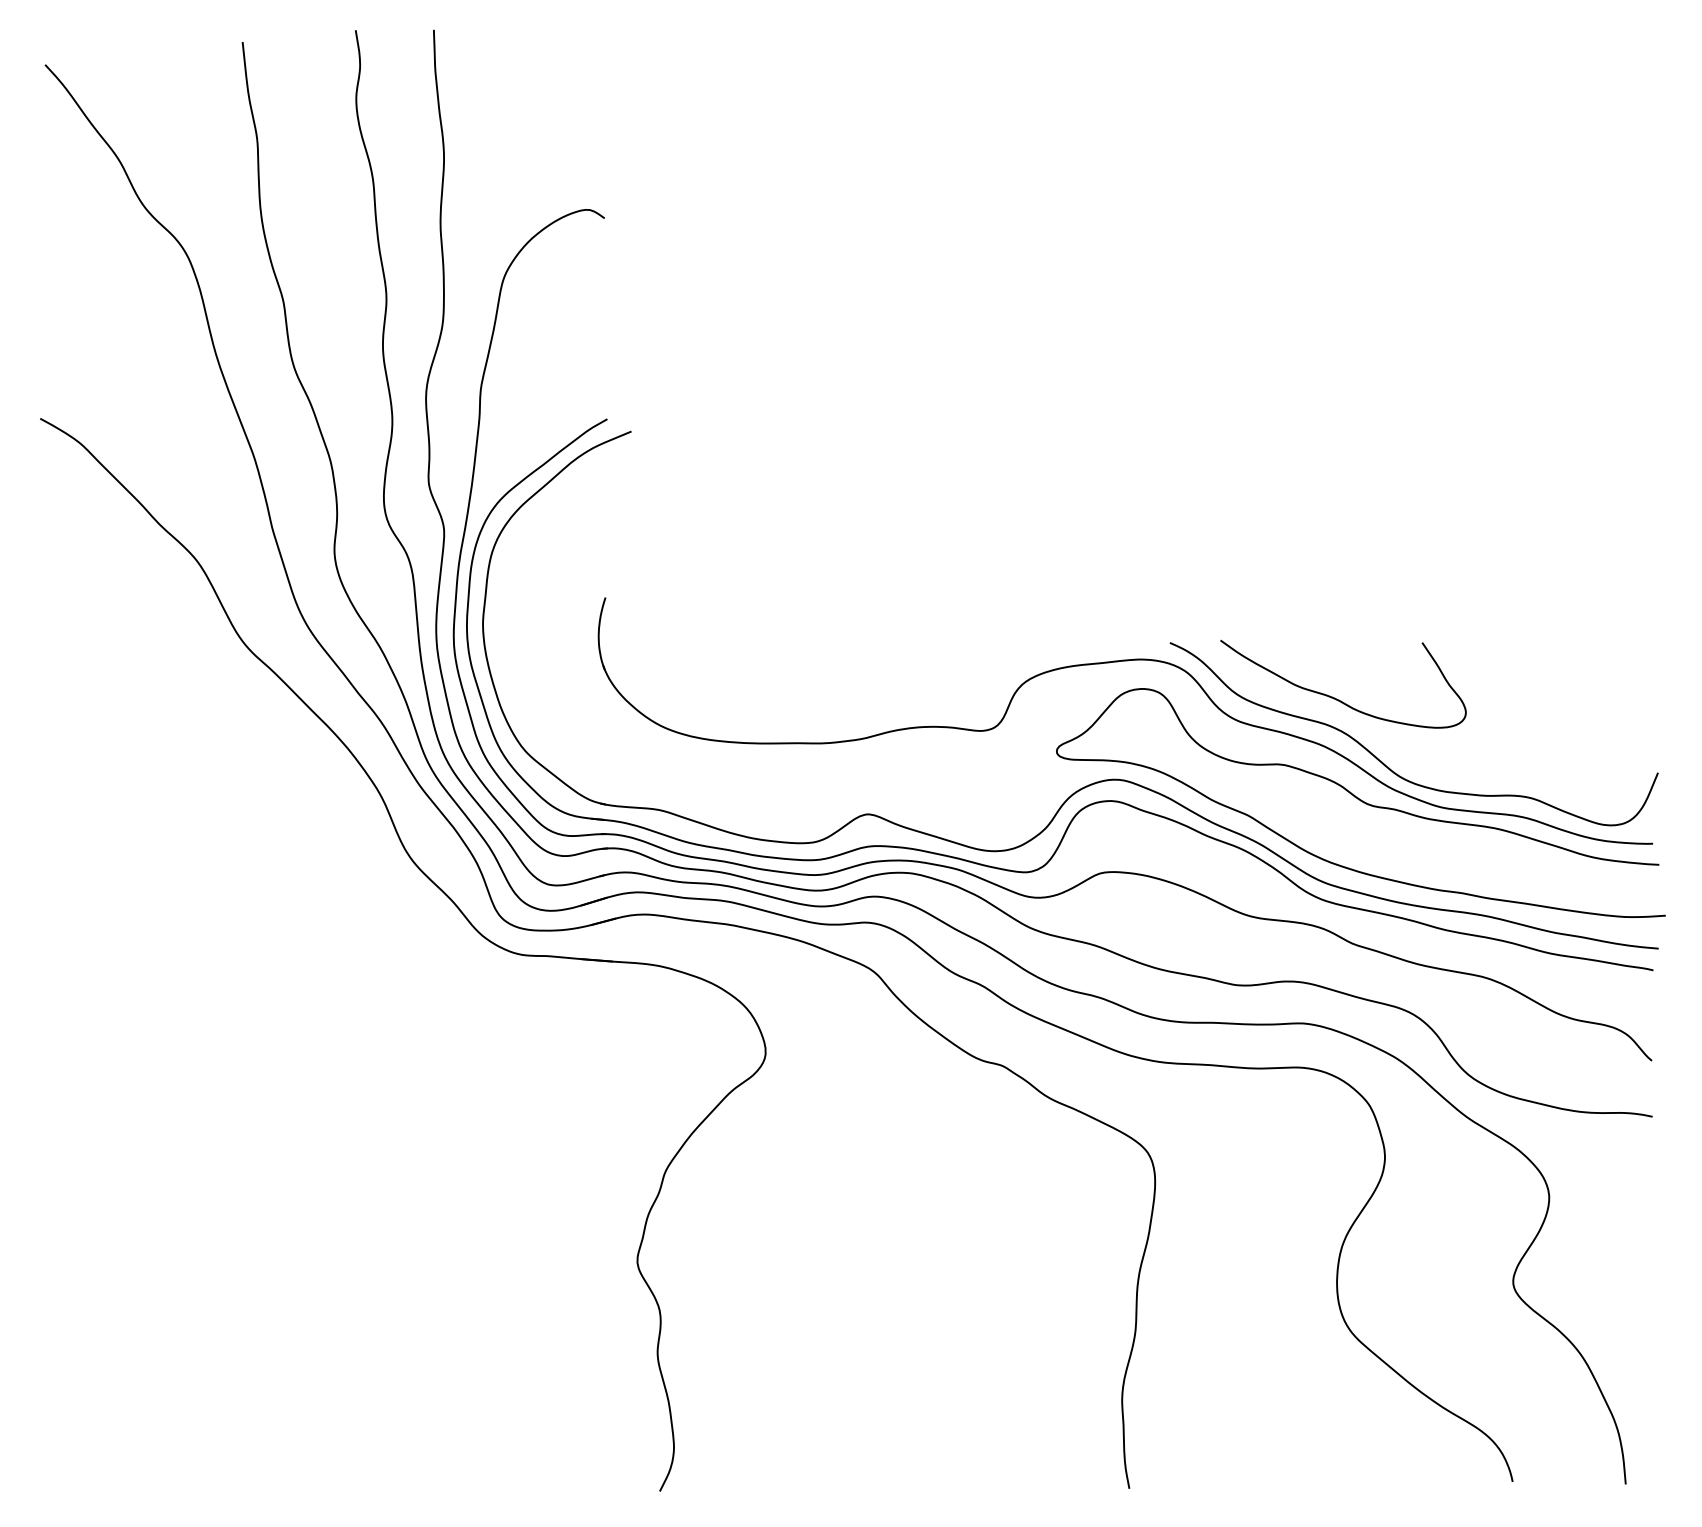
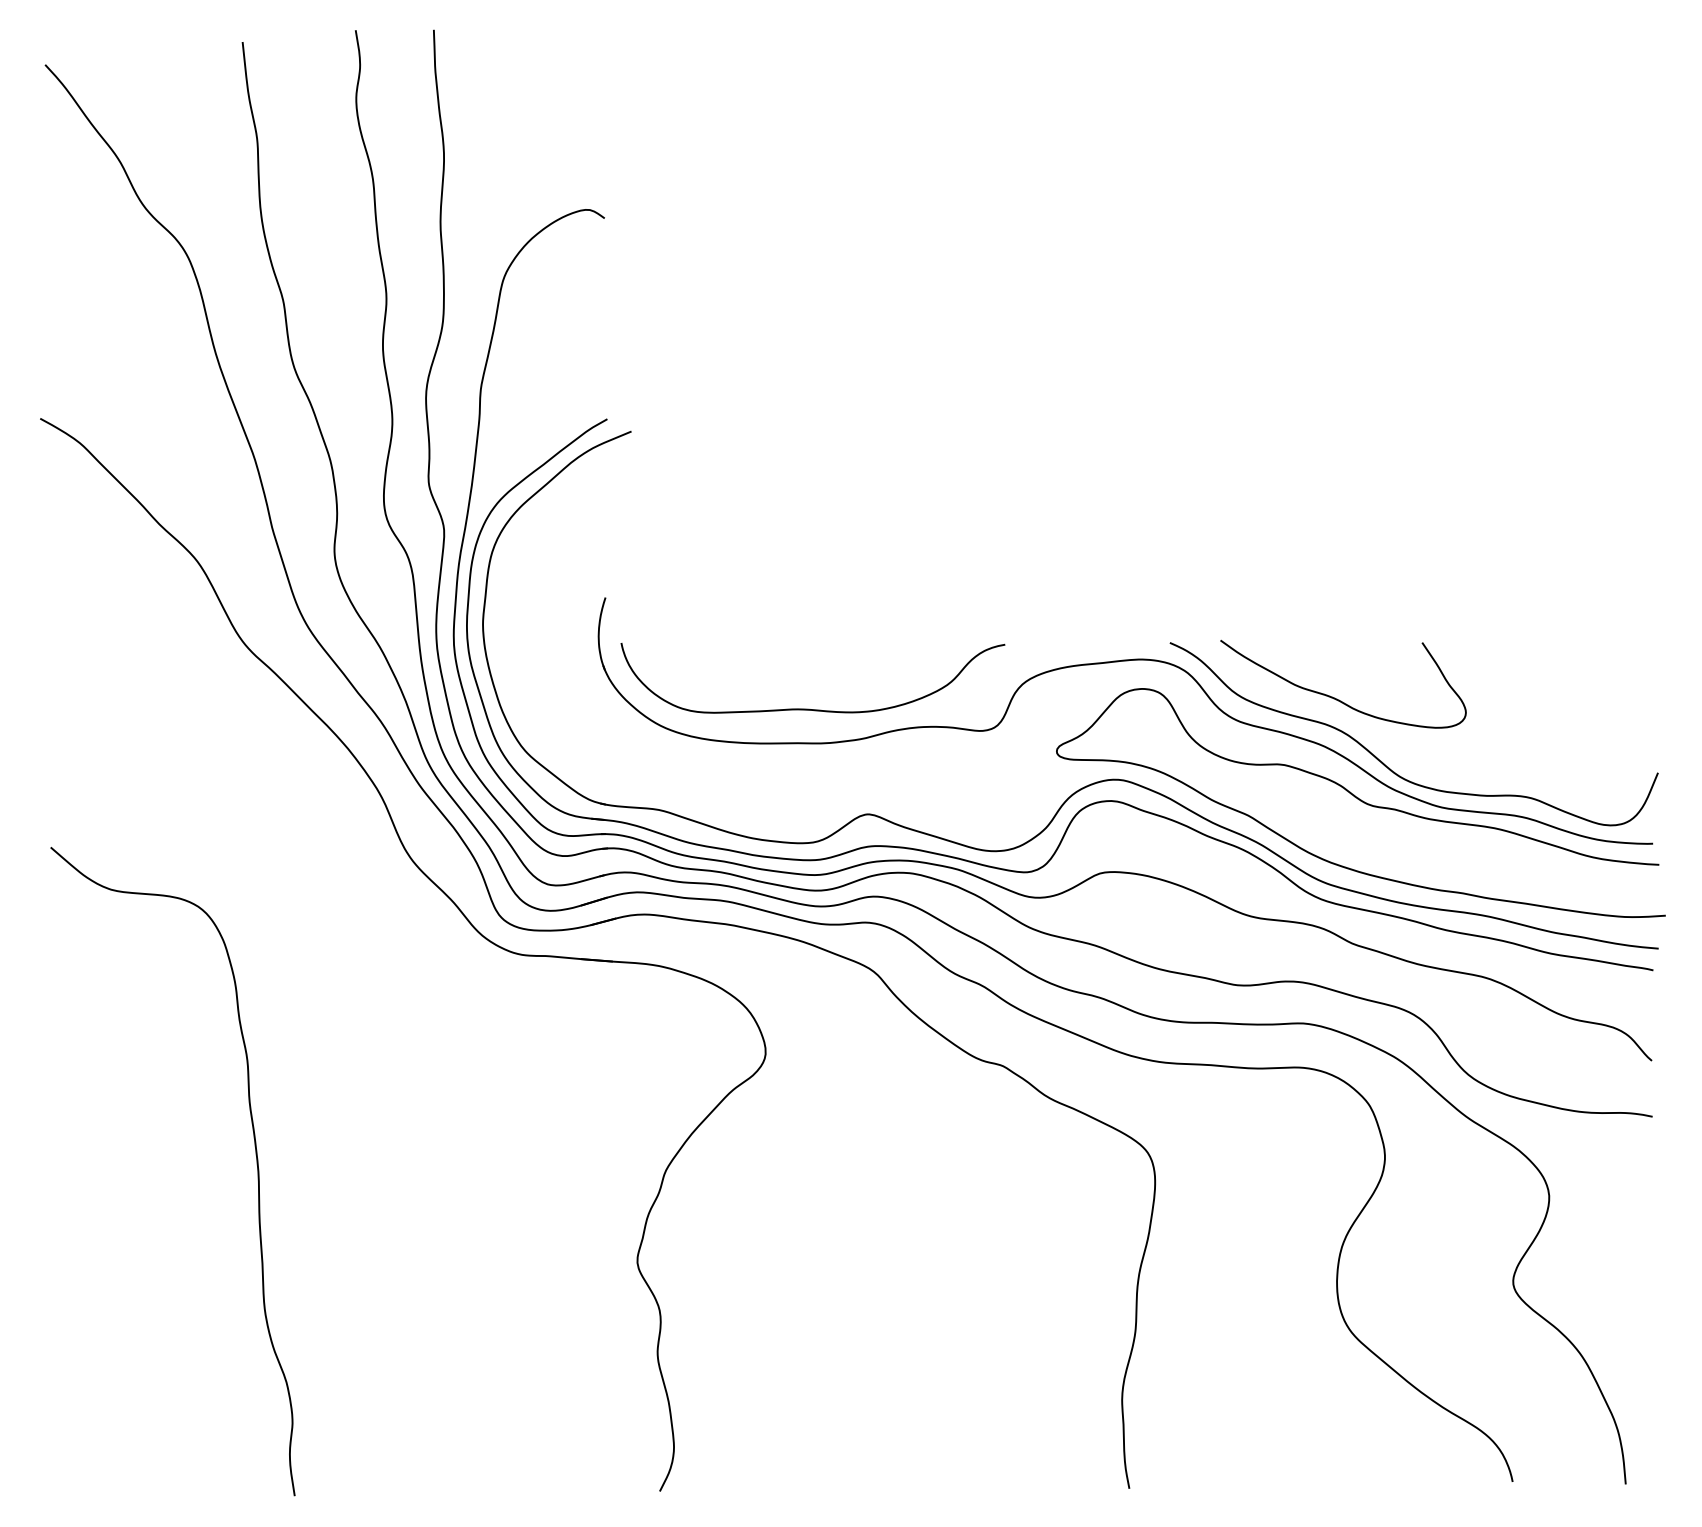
curve at (809, 708): none -> present
curve at (256, 1164): none -> present
